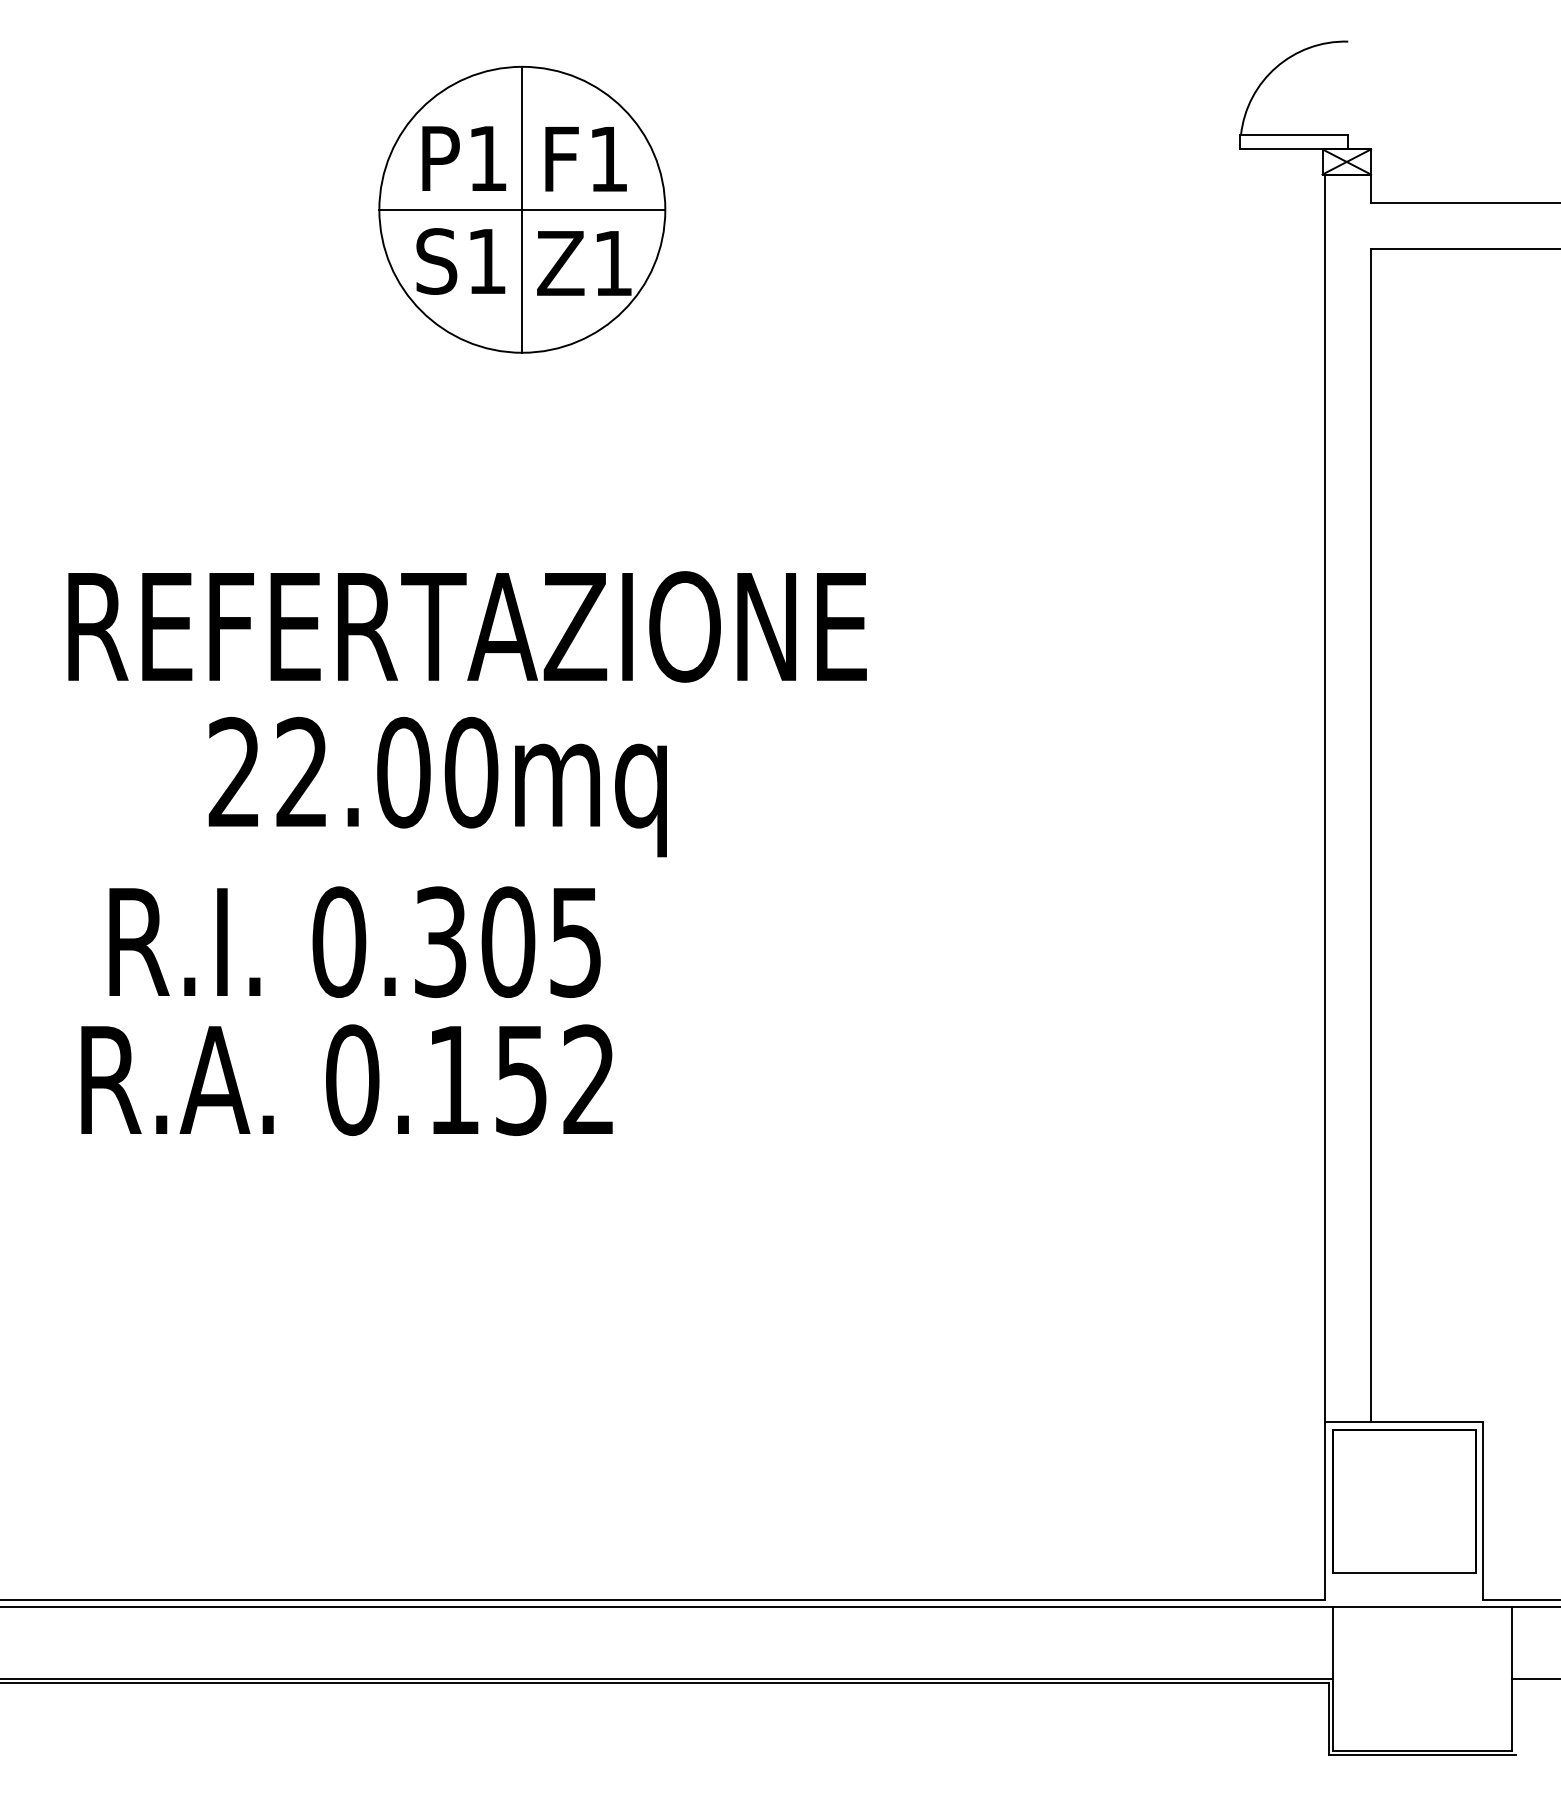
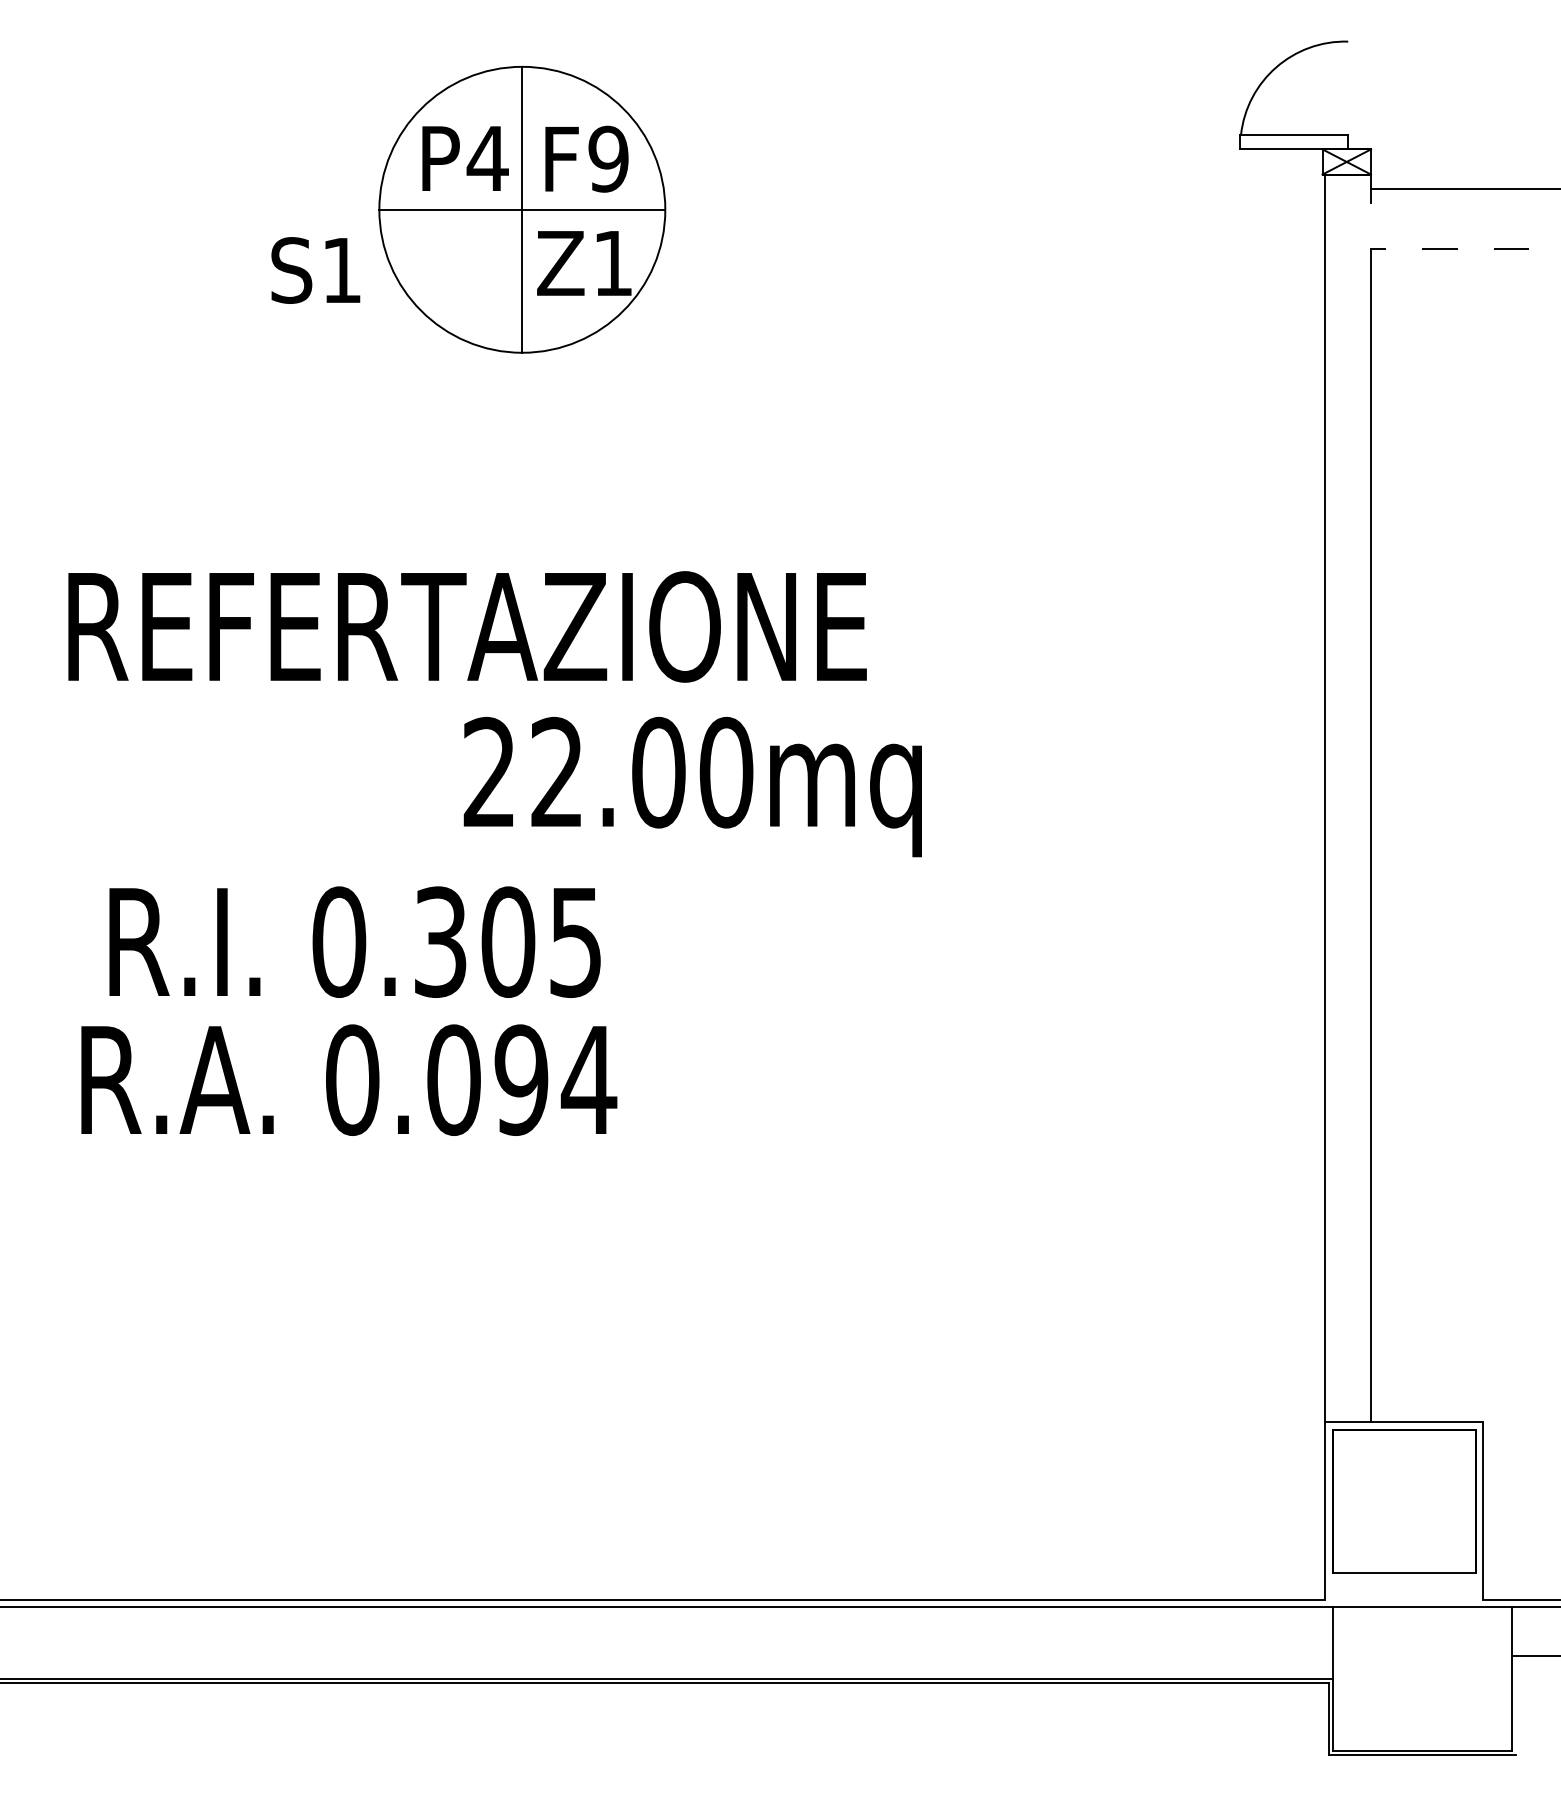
text at (487, 158): P1 -> P4
text at (608, 158): F1 -> F9
line at (1464, 203) position: (1464, 203) -> (1464, 189)
line at (1465, 248): solid -> dashed
text at (460, 261) position: (460, 261) -> (315, 270)
text at (437, 786) position: (437, 786) -> (692, 786)
text at (522, 1079): 0.152 -> 0.094
line at (1534, 1679) position: (1534, 1679) -> (1534, 1656)
